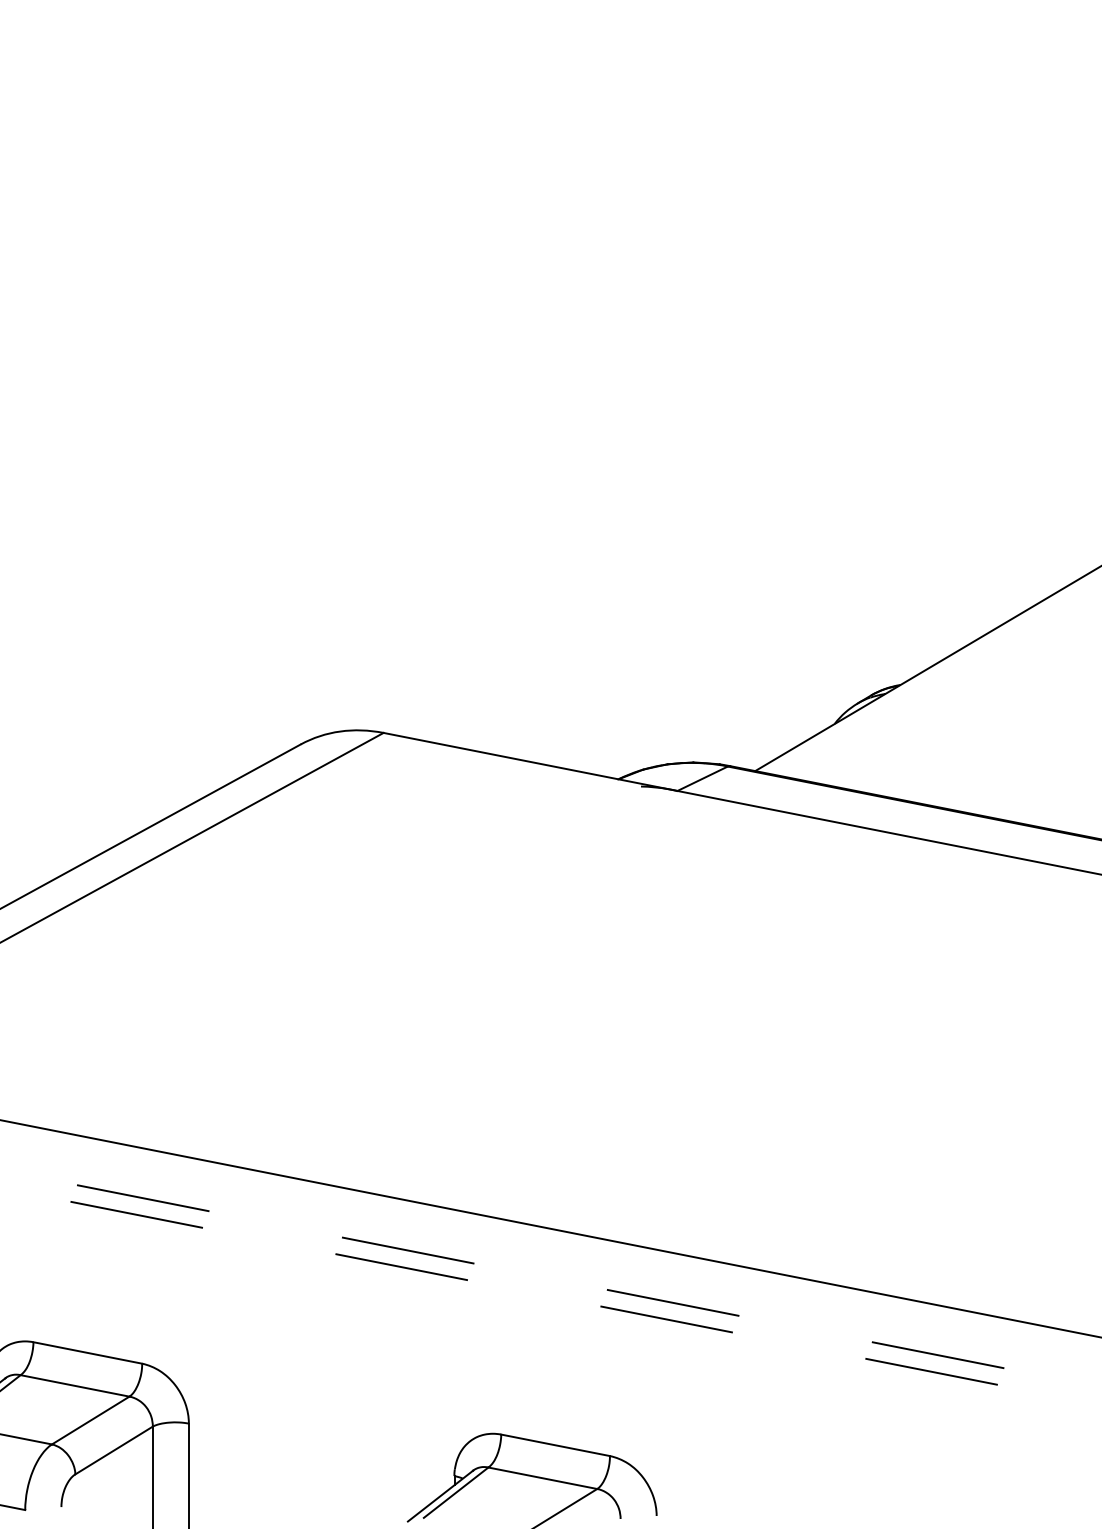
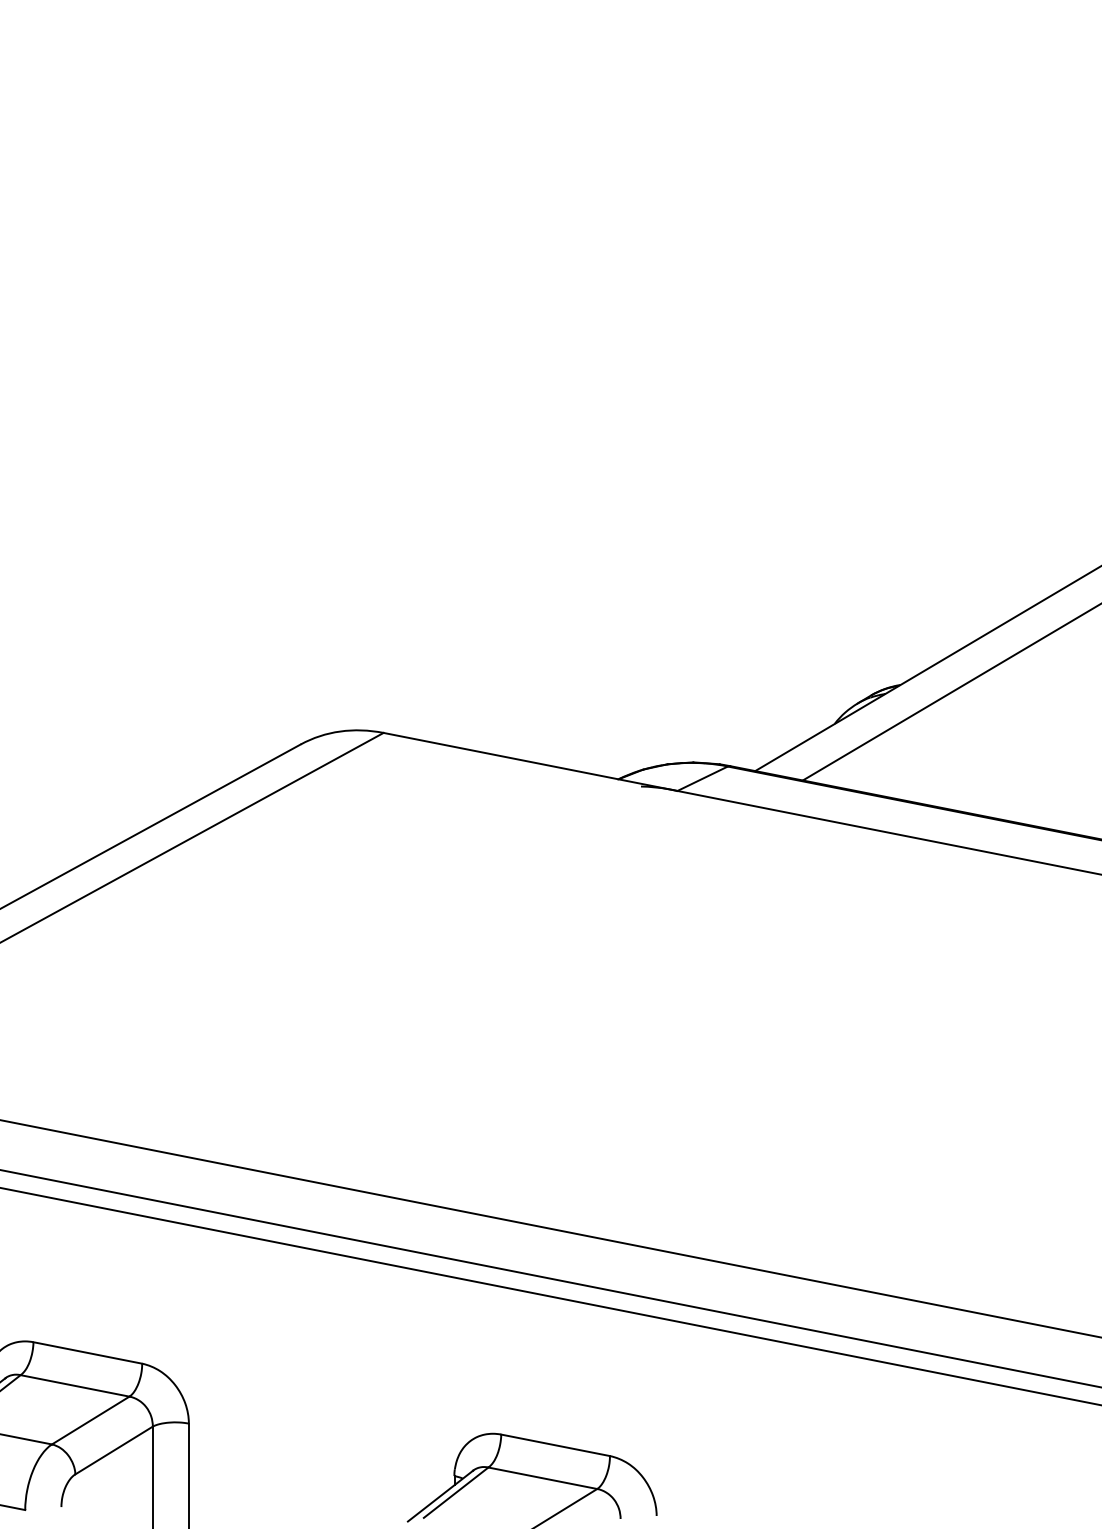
line at (950, 692): none -> present
line at (550, 1278): dashed -> solid
line at (550, 1296): dashed -> solid
